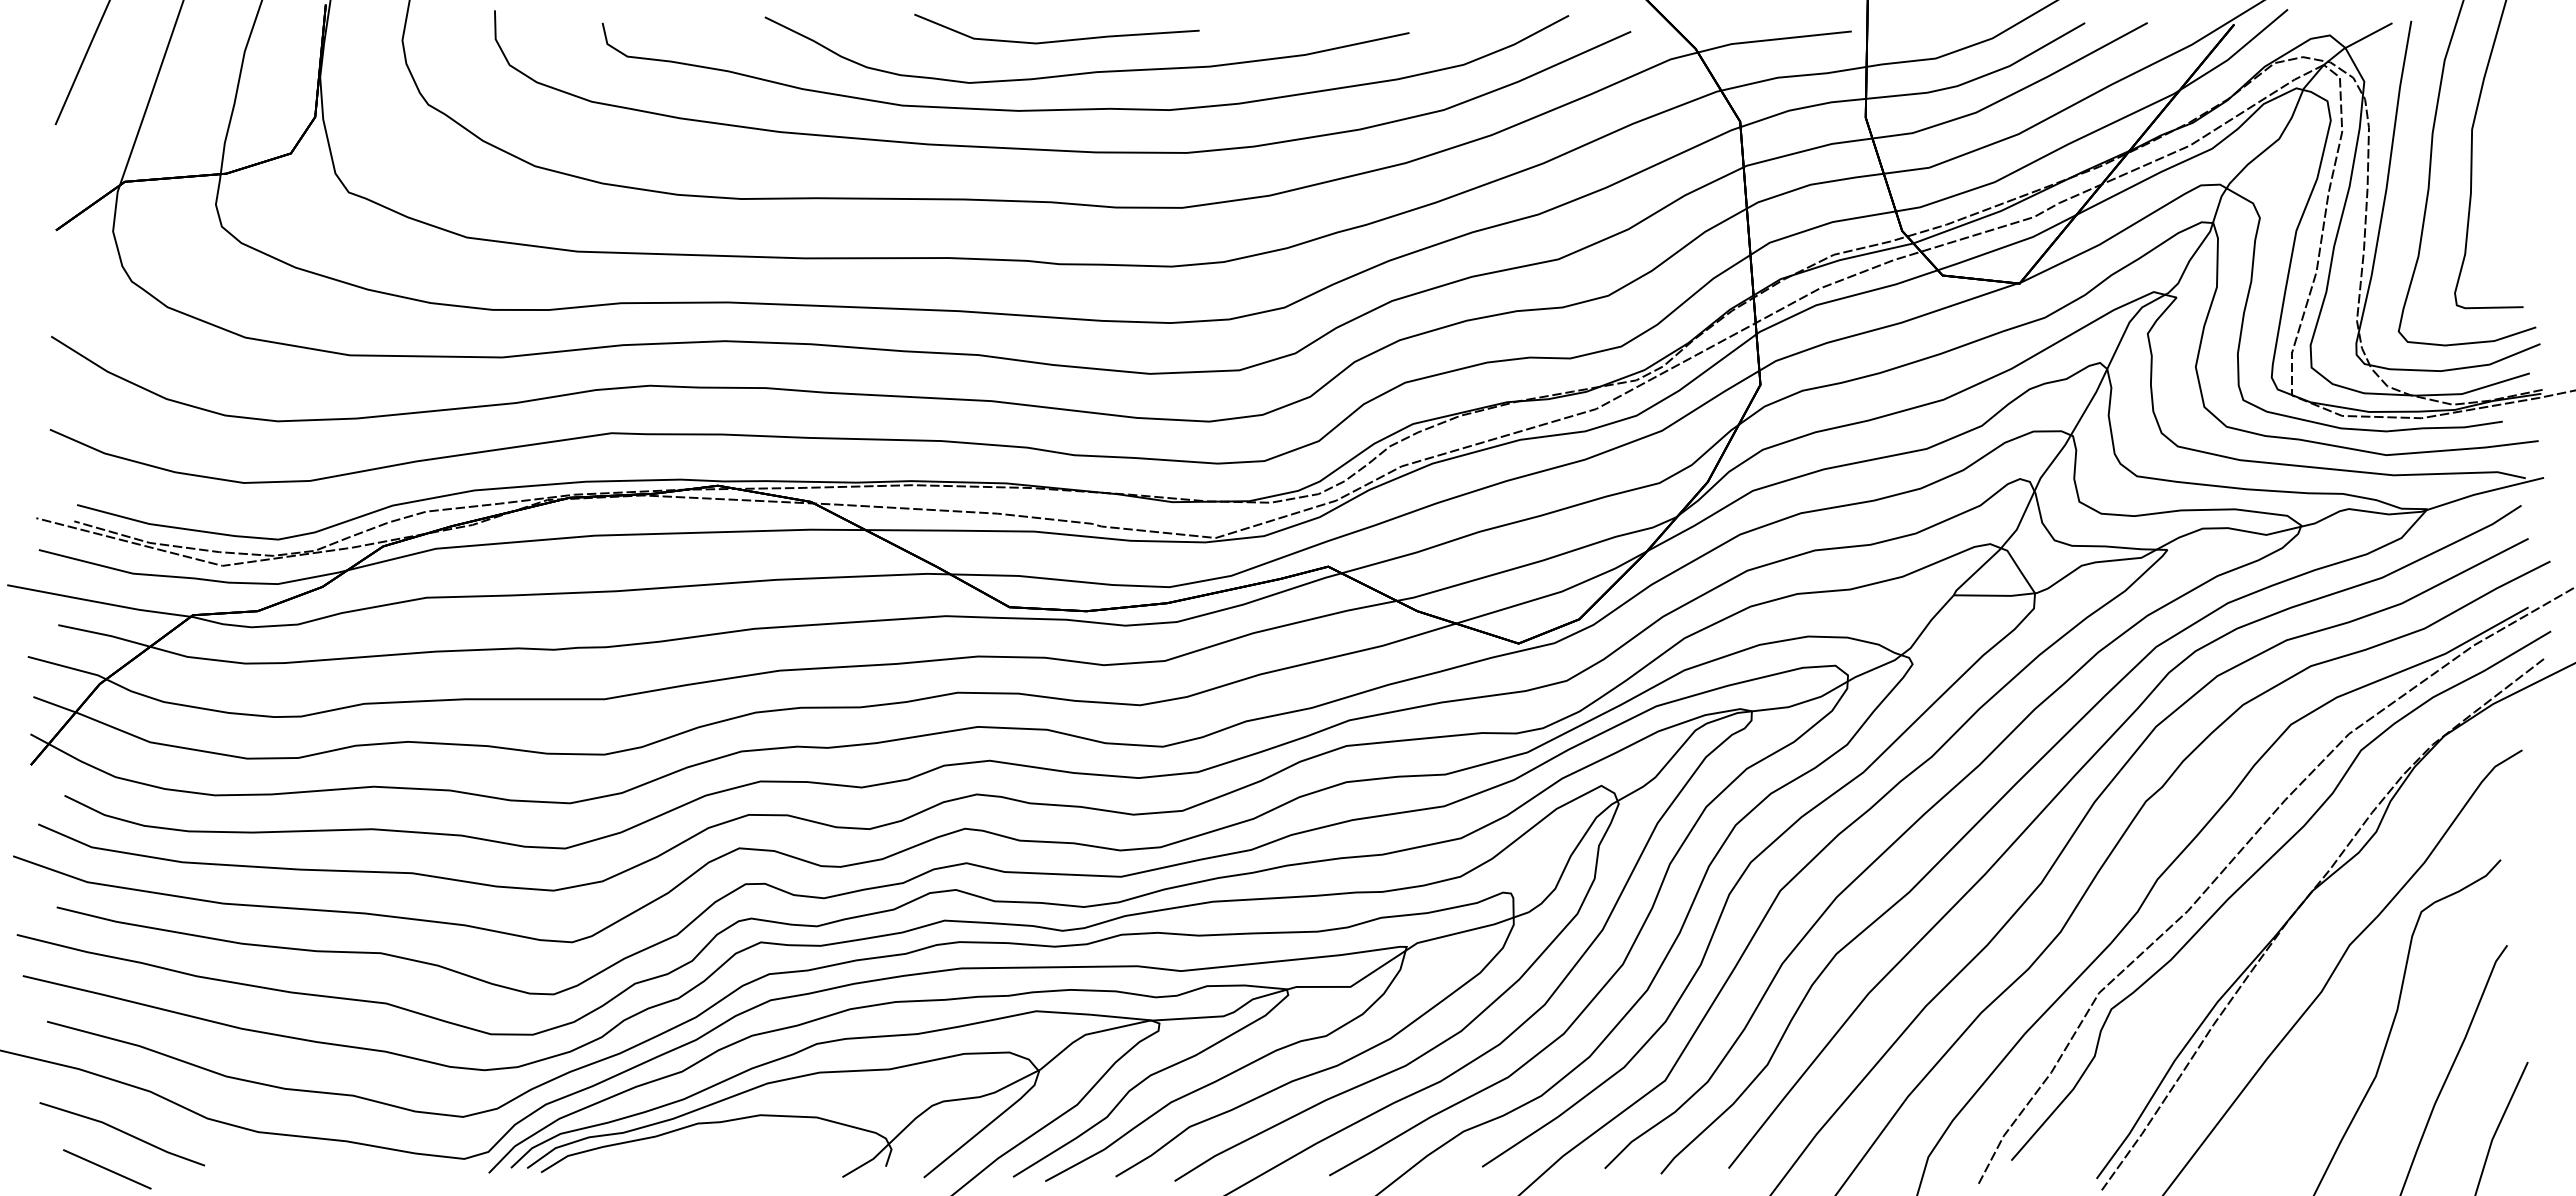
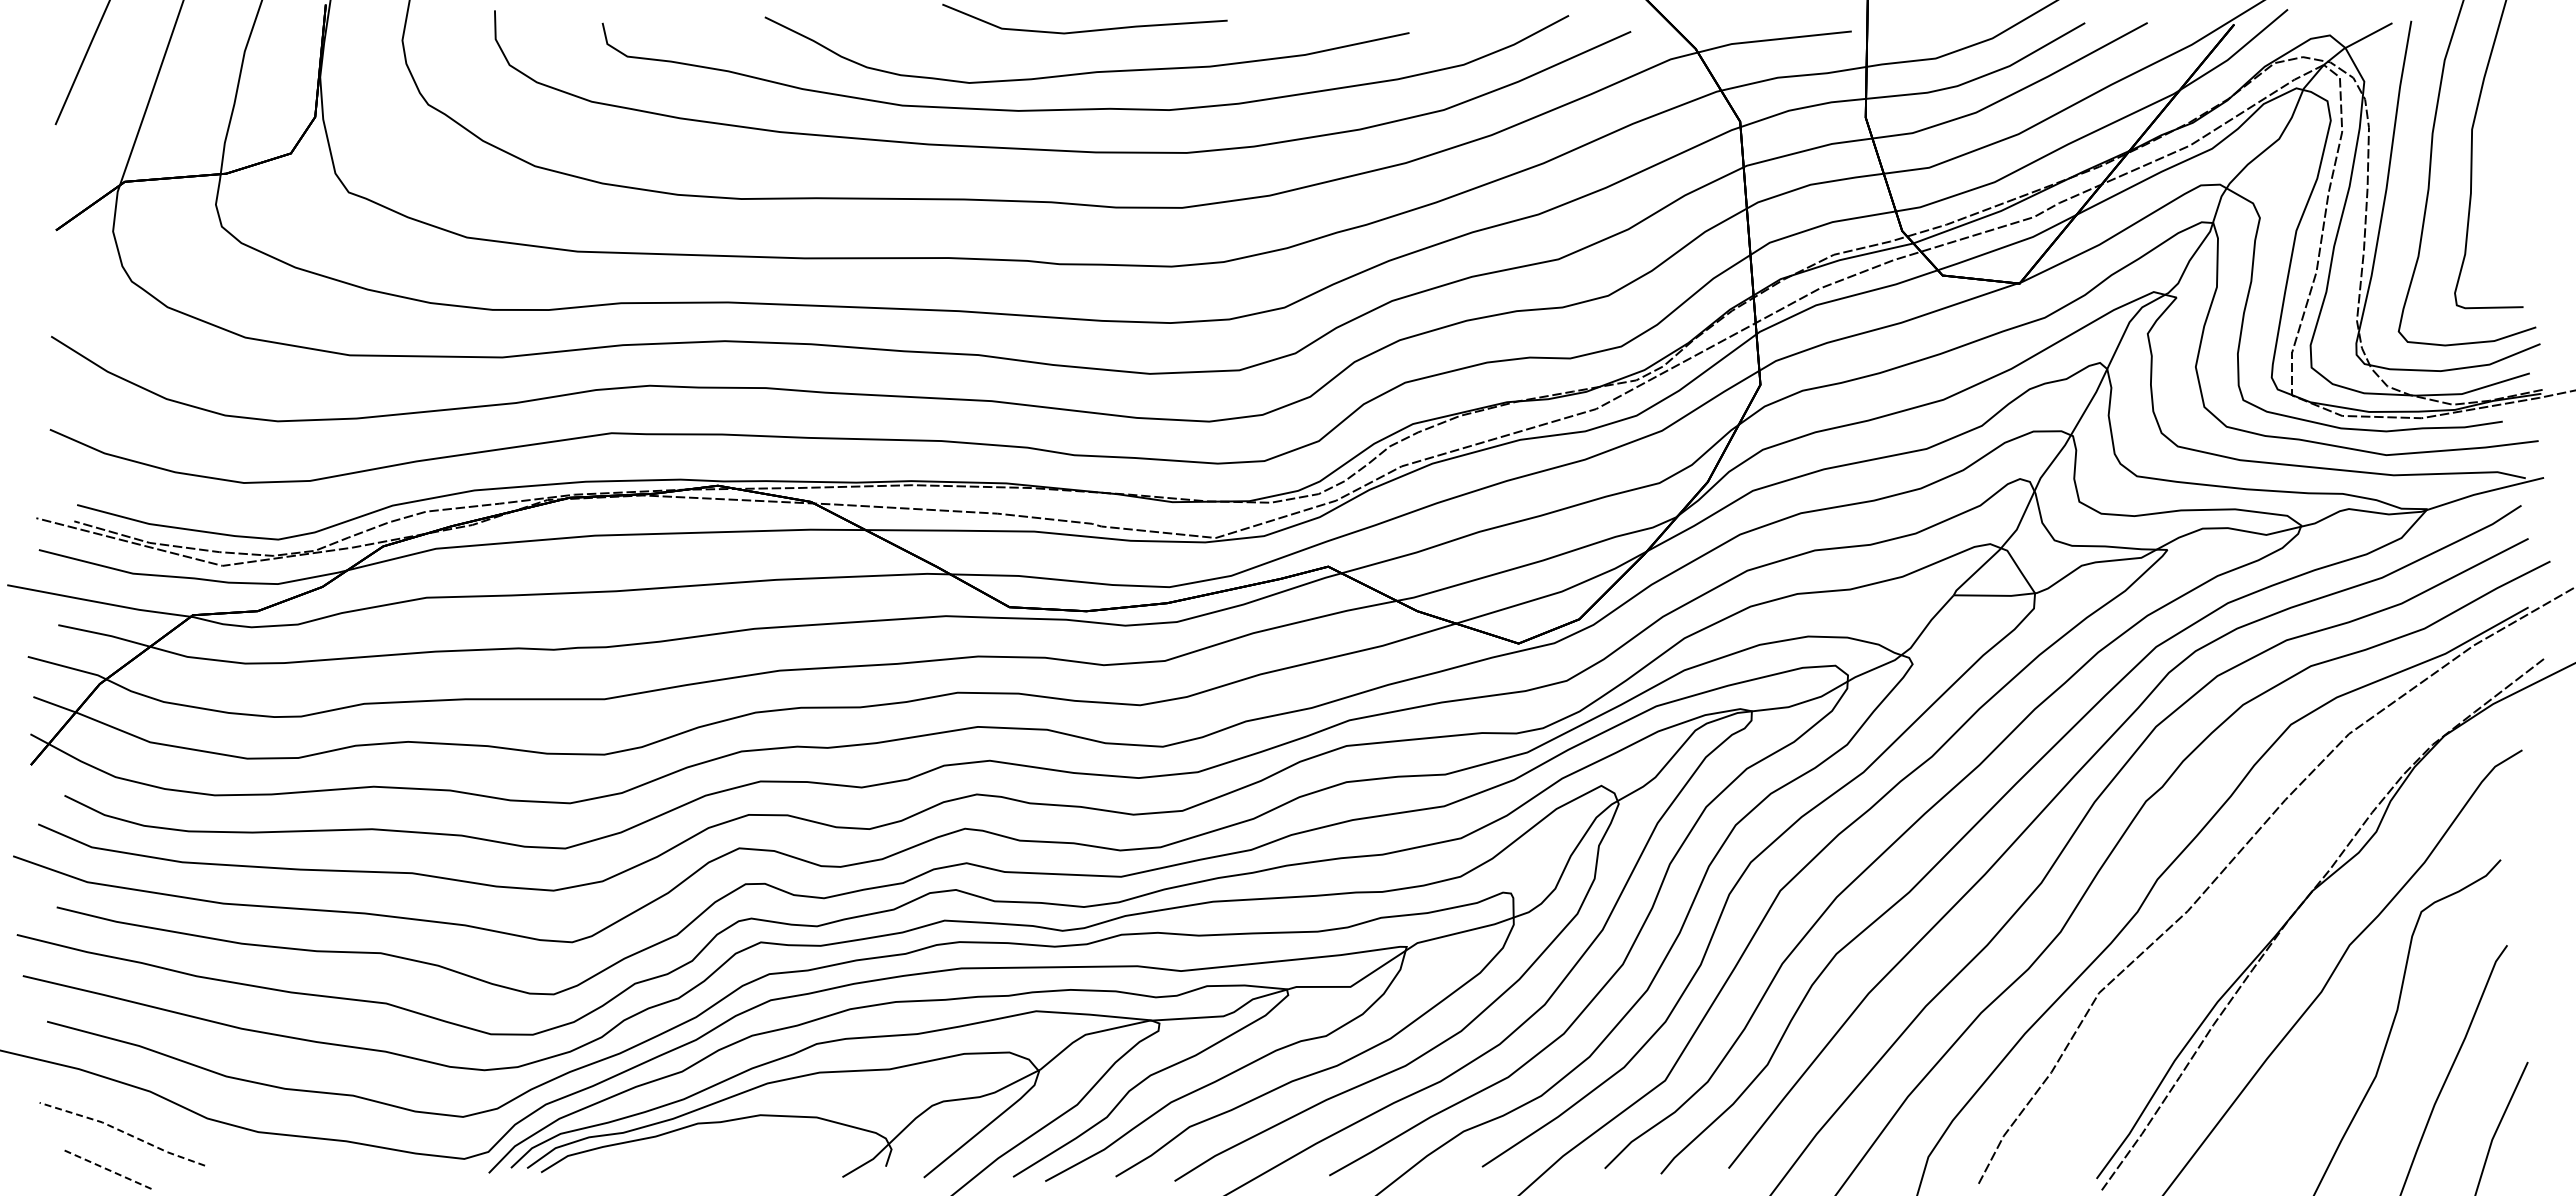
line at (1056, 40) position: (1056, 40) -> (1084, 30)
curve at (2258, 871): present -> none
line at (122, 1131): solid -> dashed
line at (106, 1169): solid -> dashed
